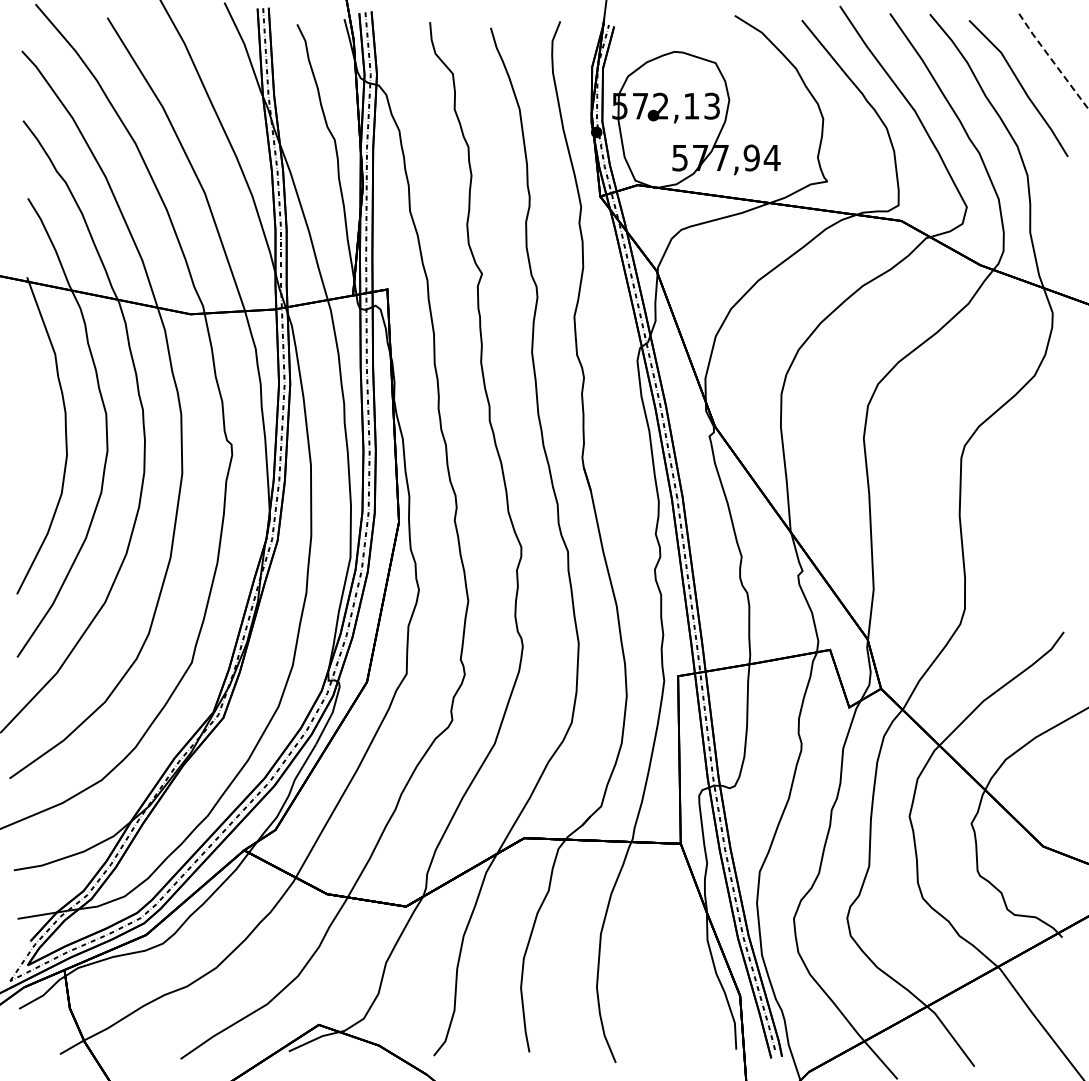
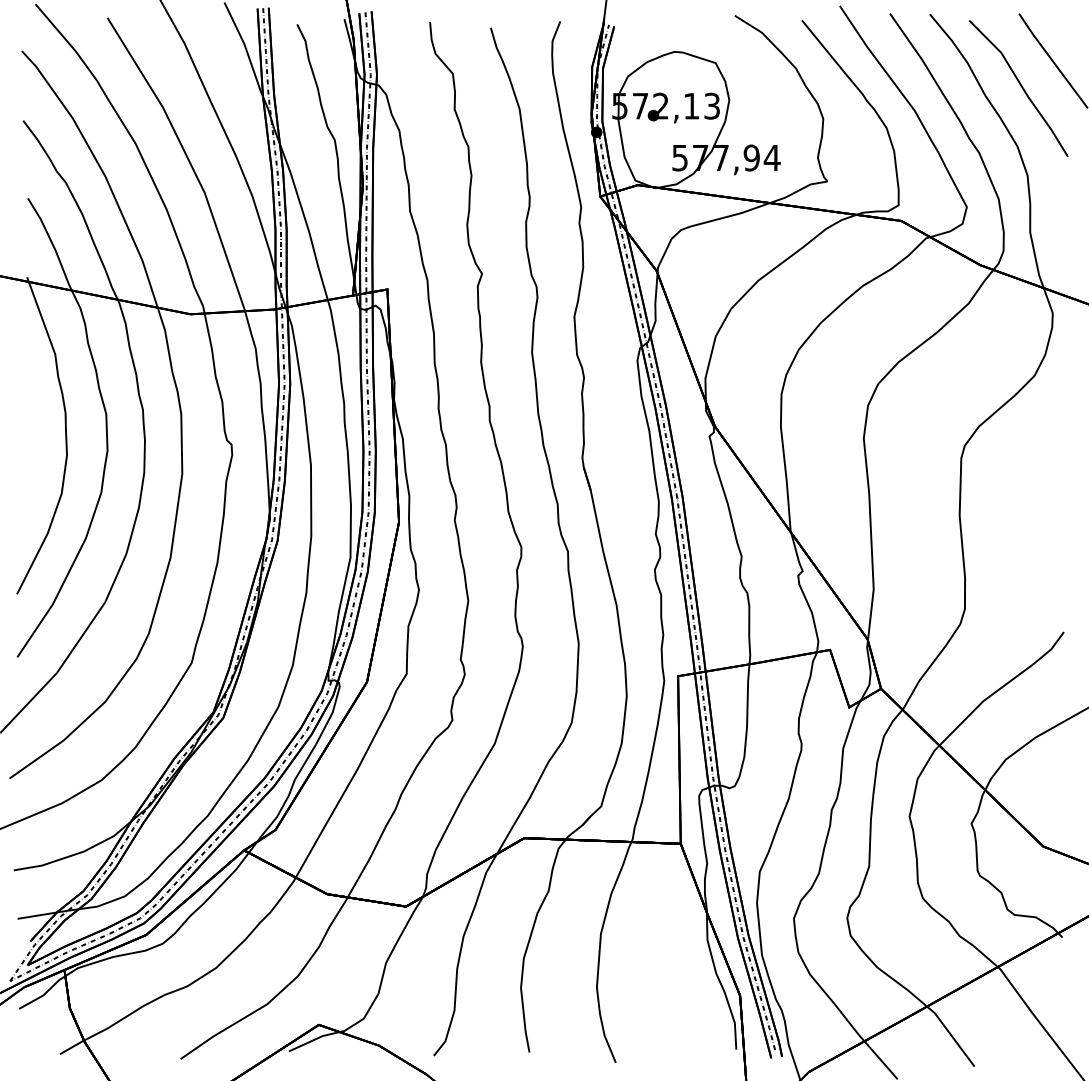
line at (1052, 60): dashed -> solid
